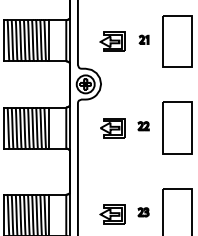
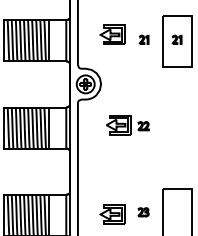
part at (176, 39): none -> present
part at (112, 41) position: (112, 41) -> (112, 34)
part at (177, 127): present -> none
part at (112, 128) position: (112, 128) -> (118, 125)
